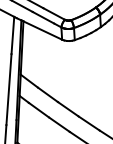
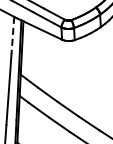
line at (12, 35): solid -> dashed
